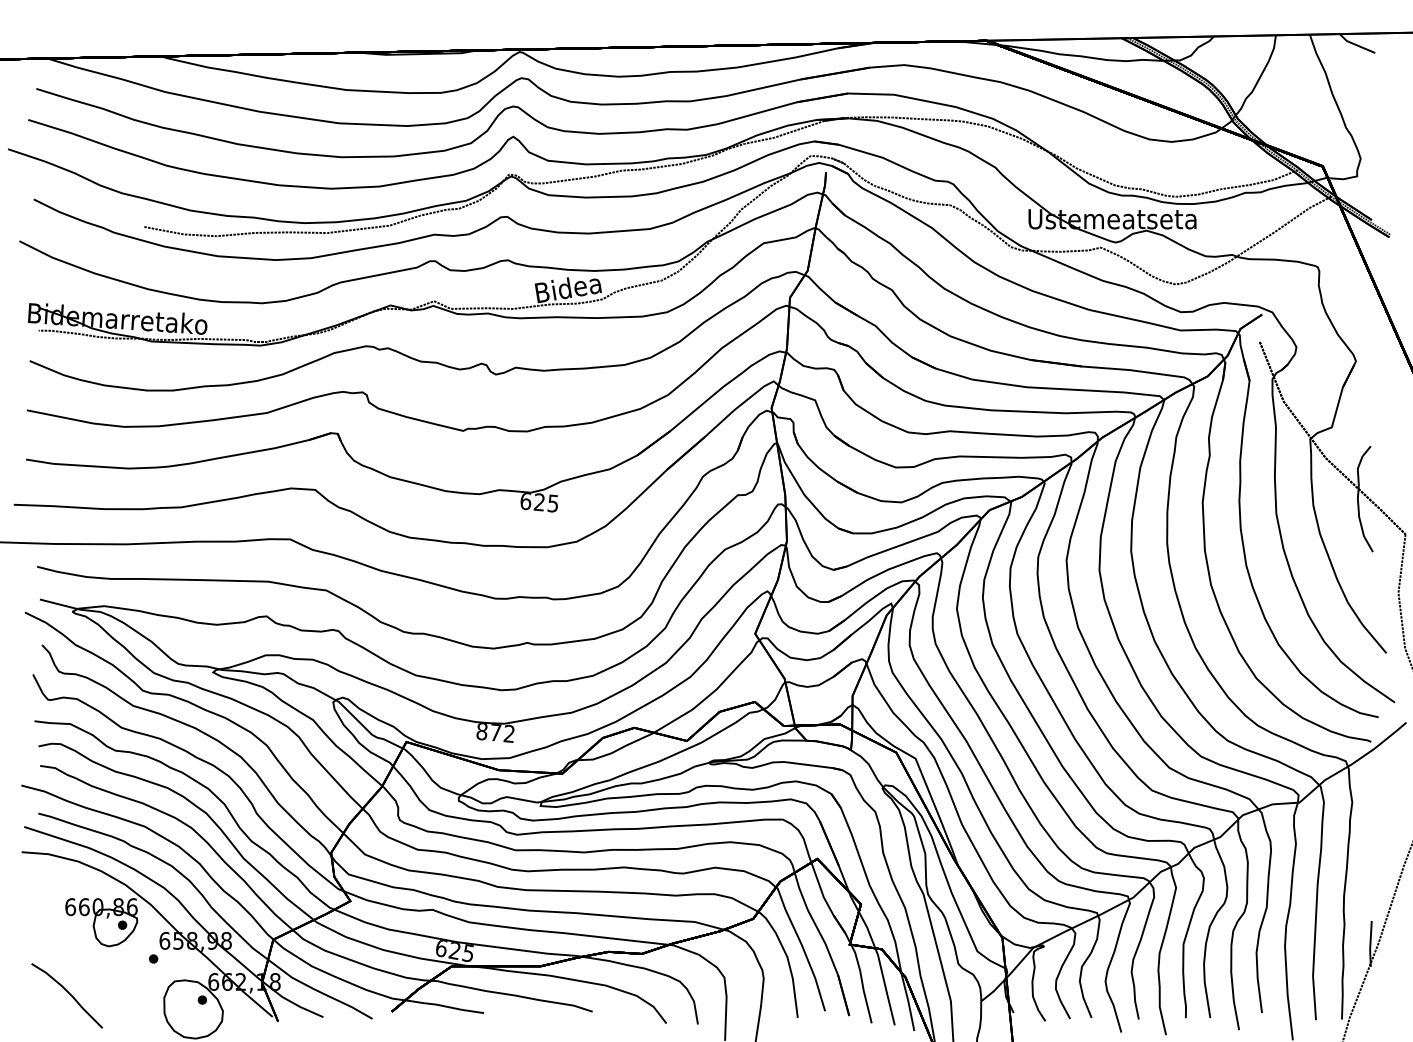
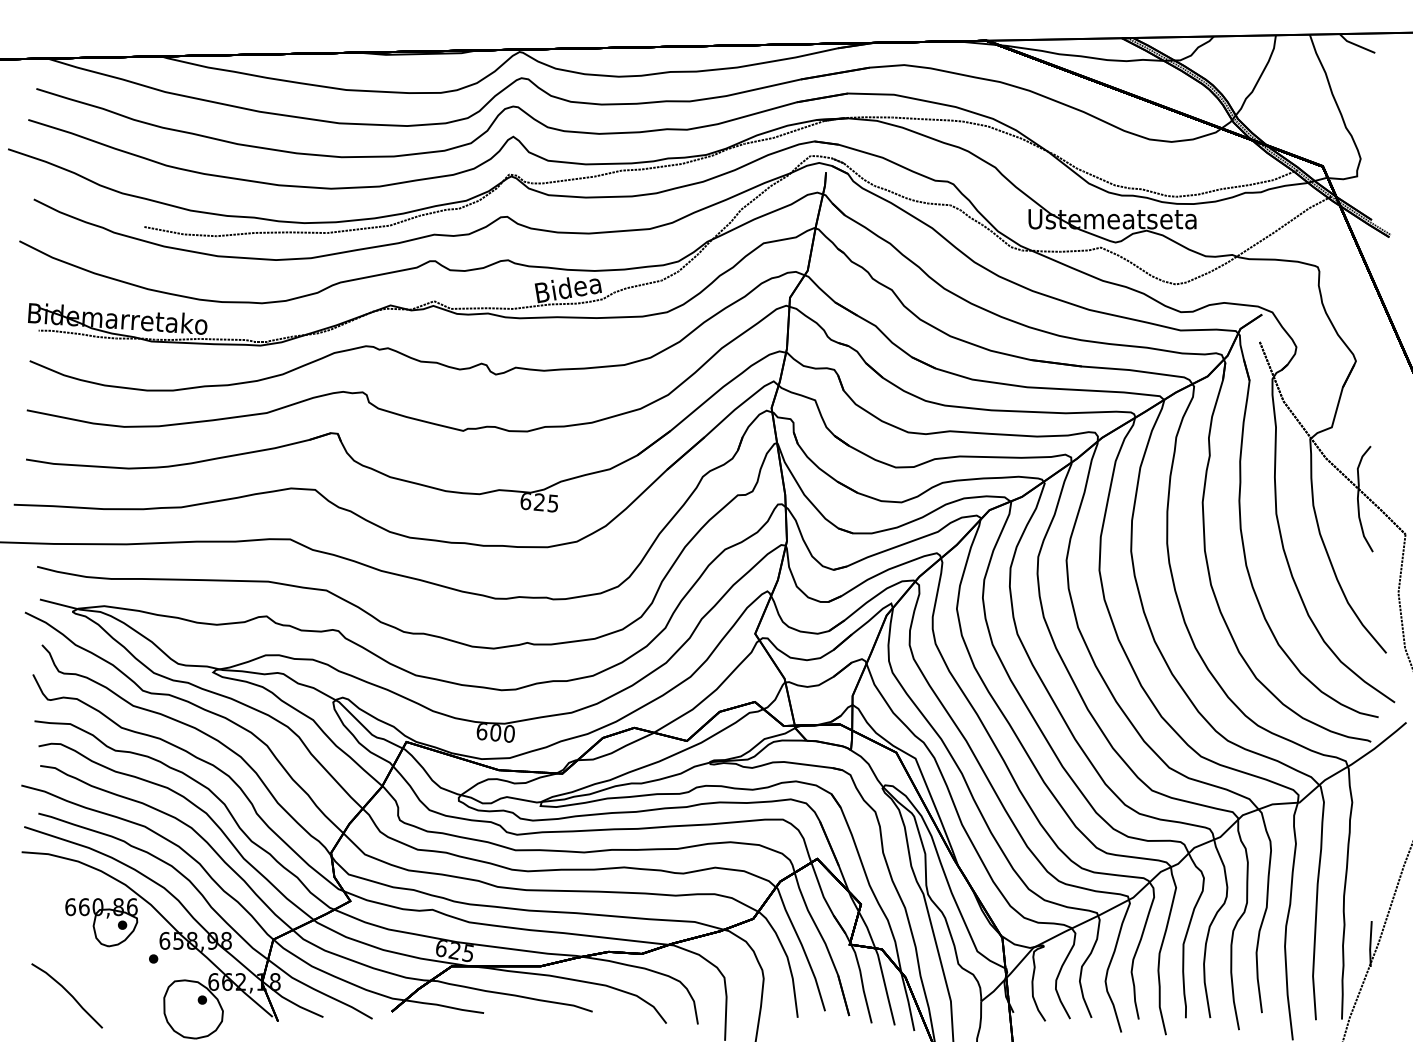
text at (495, 732): 872 -> 600
